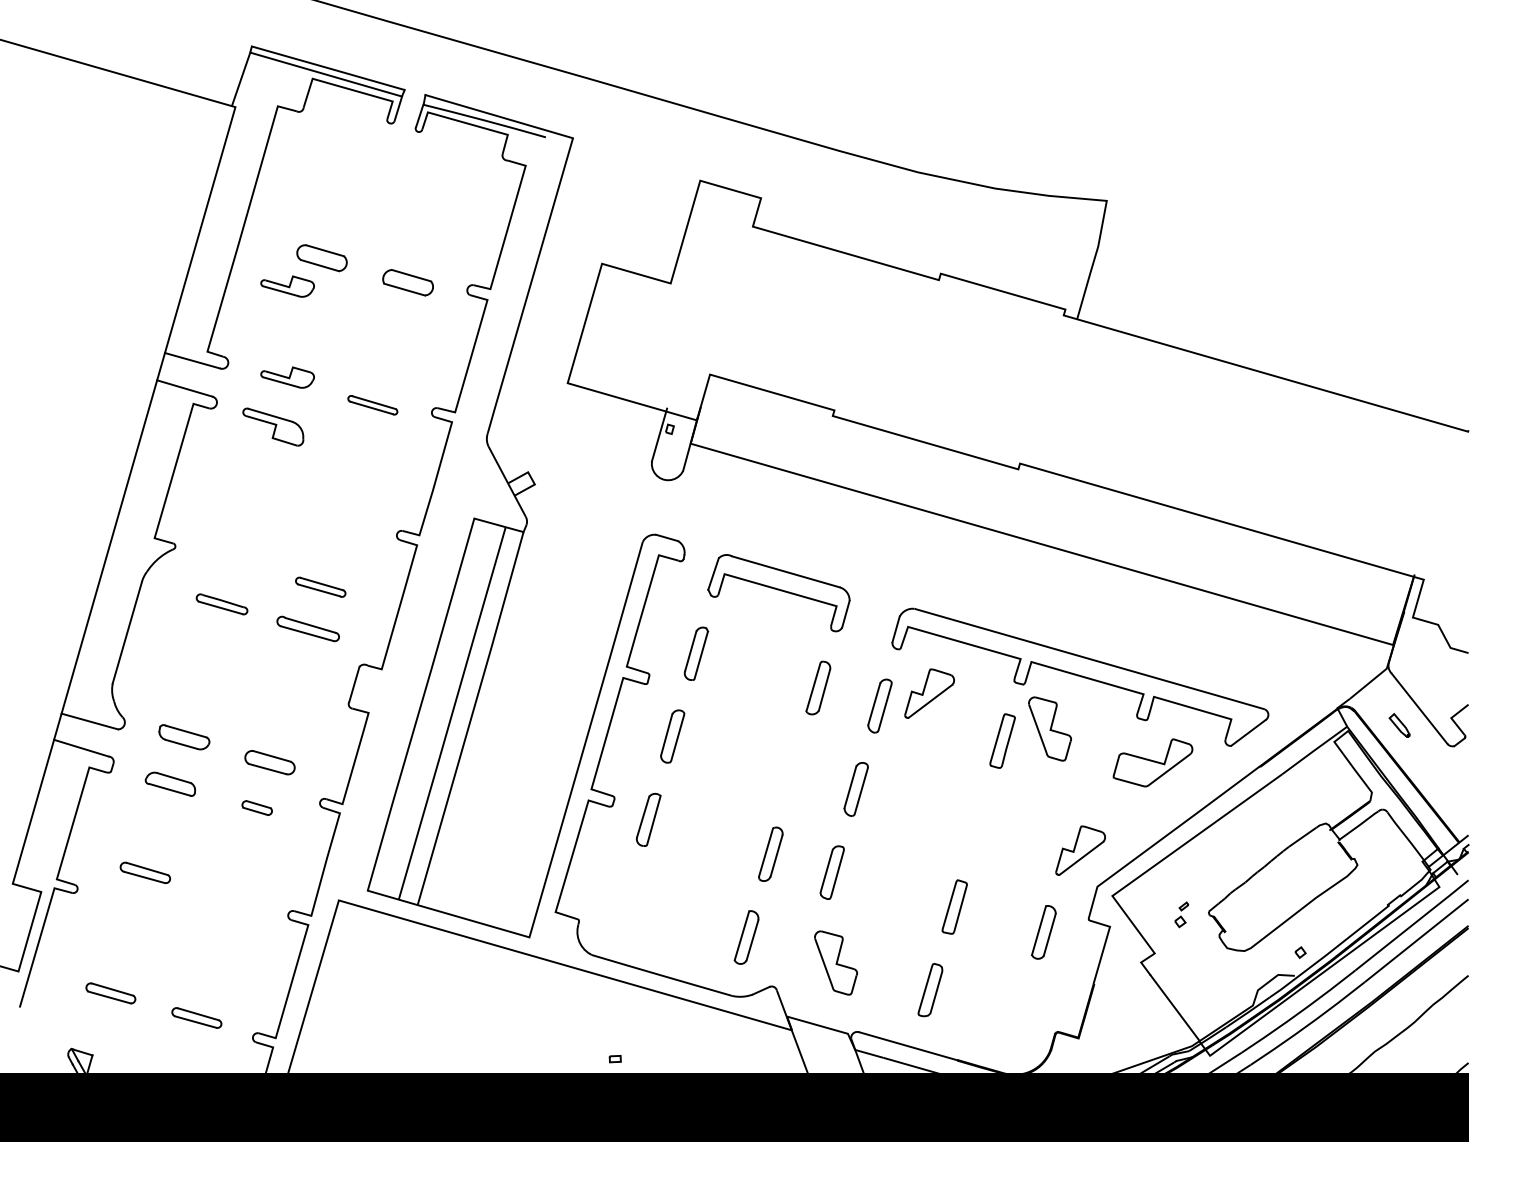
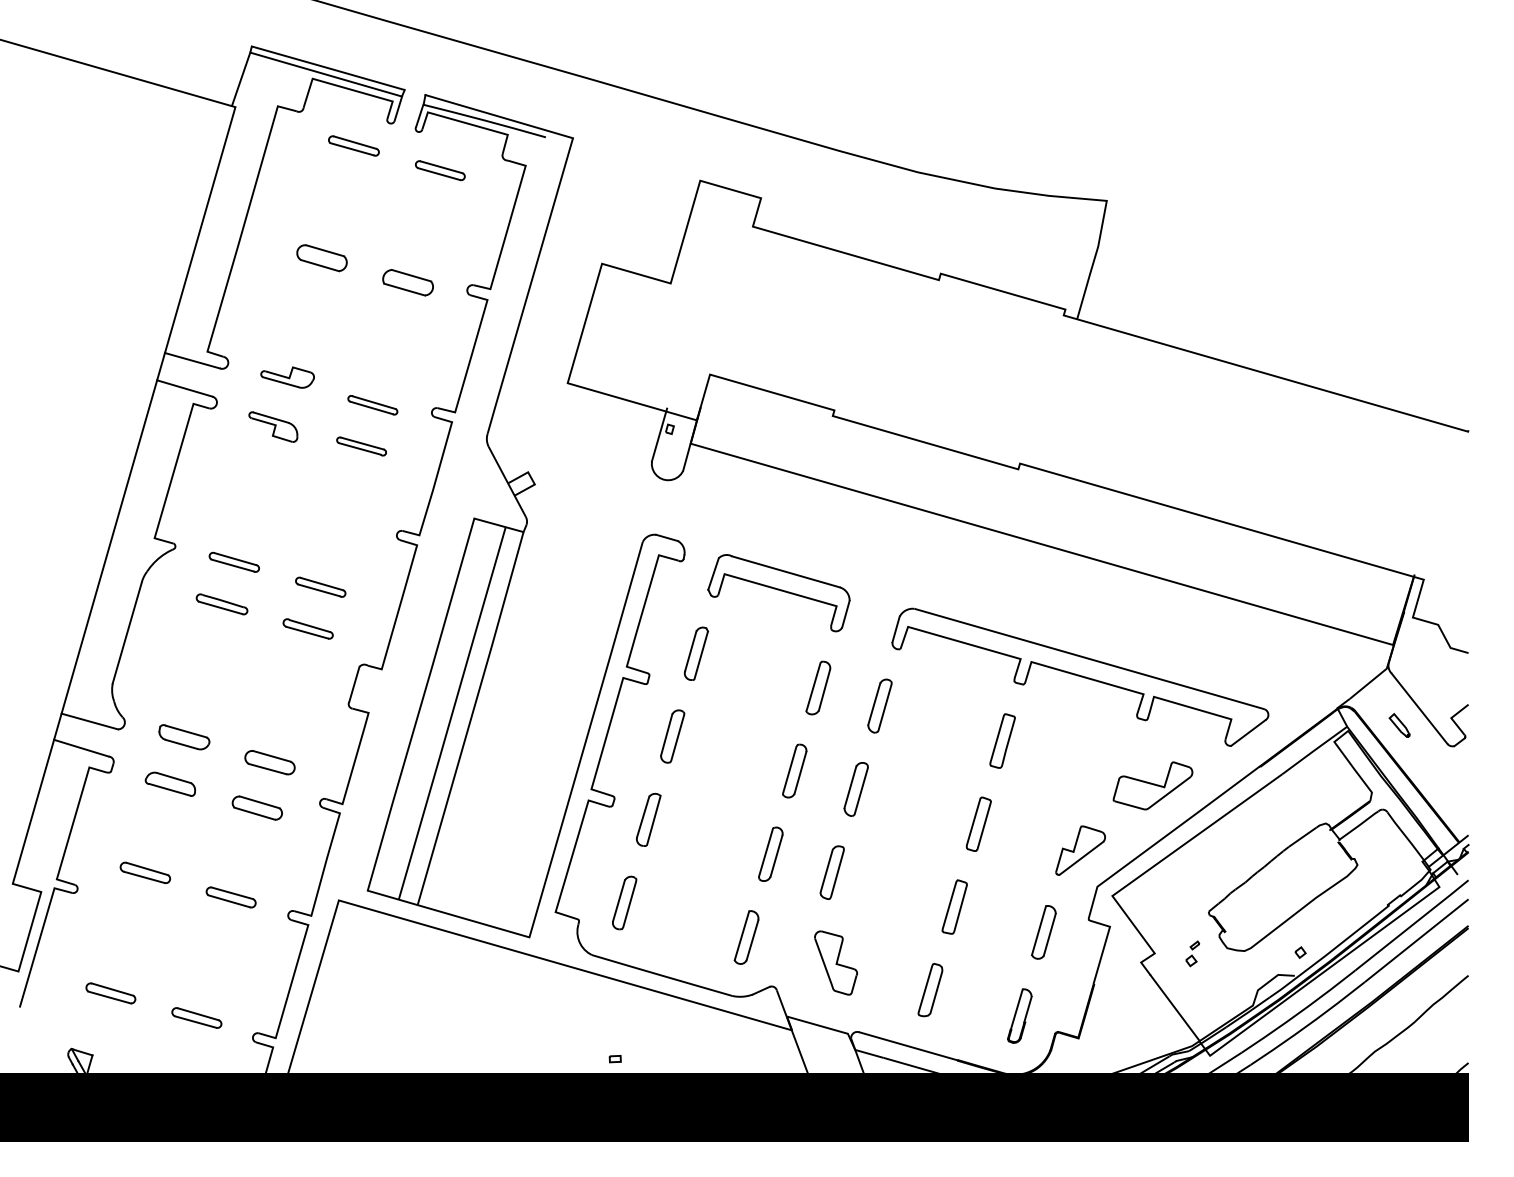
part at (353, 145): none -> present
part at (440, 170): none -> present
part at (287, 286): present -> none
part at (273, 426) size: 63x40 px -> 51x32 px
part at (361, 446): none -> present
part at (233, 561): none -> present
part at (307, 628) size: 64x28 px -> 52x22 px
part at (929, 693): present -> none
part at (1050, 728): present -> none
part at (1152, 762) position: (1152, 762) -> (1152, 785)
part at (794, 770): none -> present
part at (256, 807) size: 32x16 px -> 52x26 px
part at (978, 823): none -> present
part at (230, 897): none -> present
part at (624, 902): none -> present
part at (1181, 914) position: (1181, 914) -> (1192, 953)
part at (1019, 1015): none -> present
